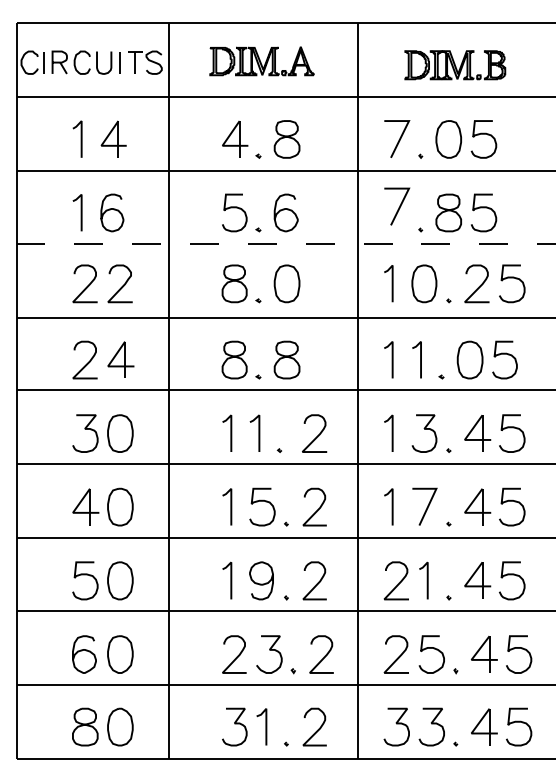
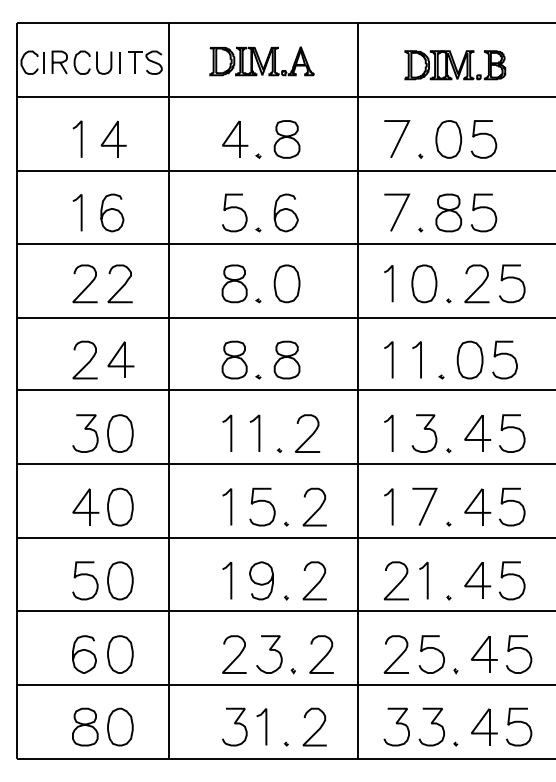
line at (398, 207) position: (398, 207) -> (398, 213)
line at (286, 244): dashed -> solid
curve at (317, 435) position: (317, 435) -> (310, 435)
